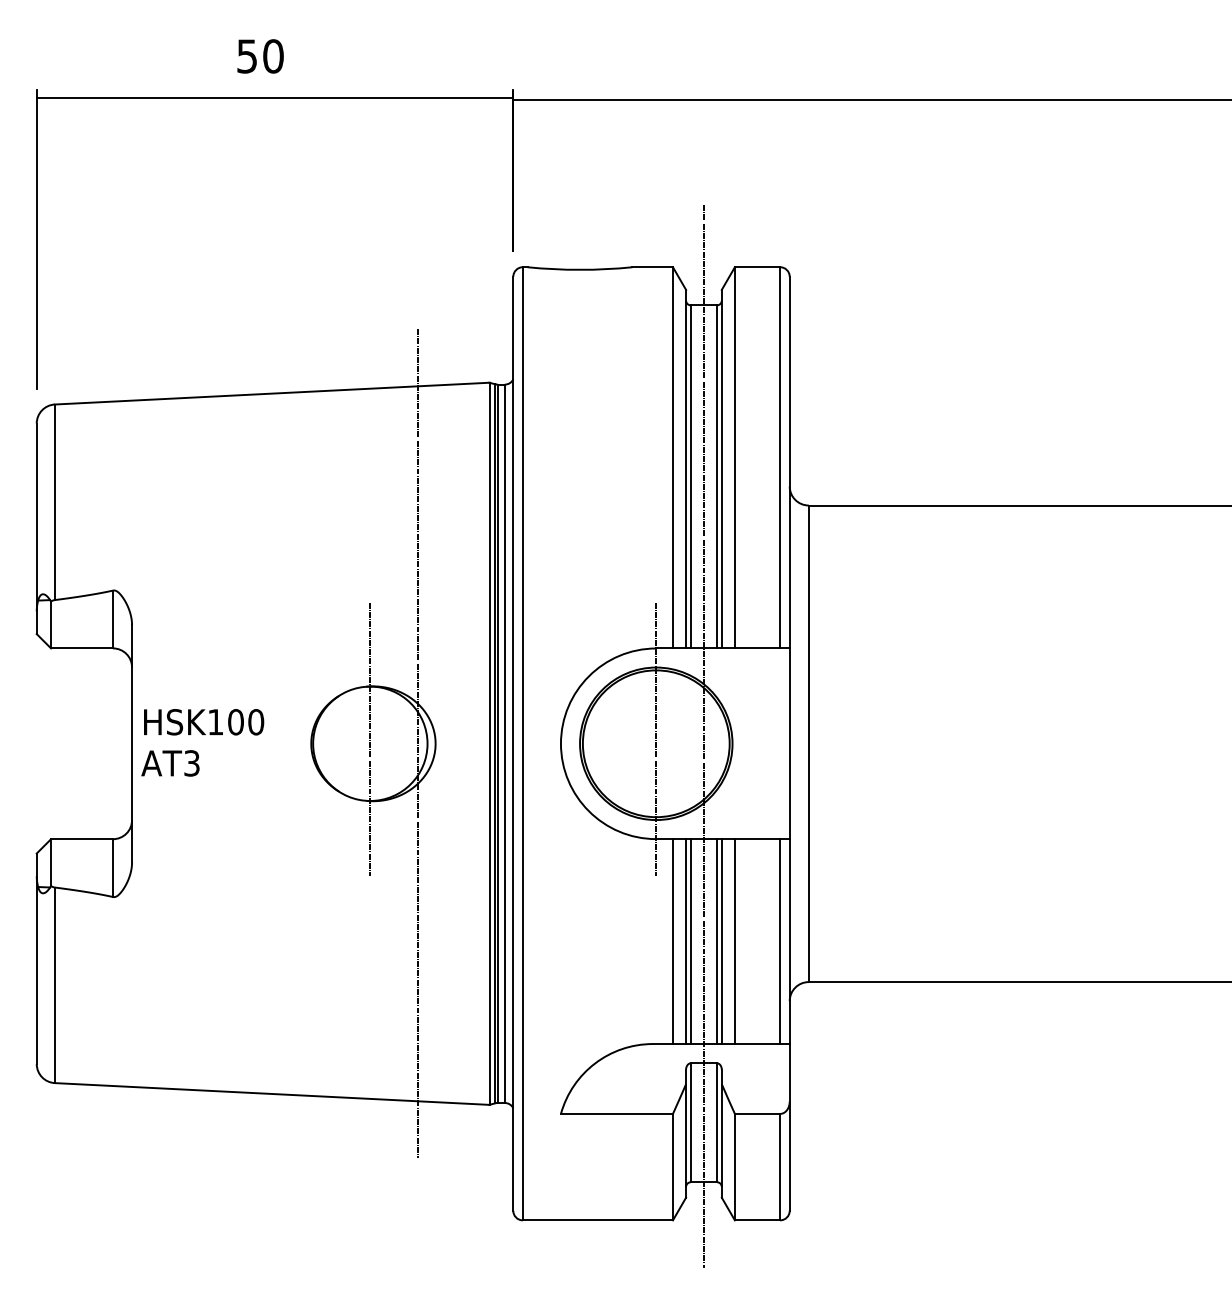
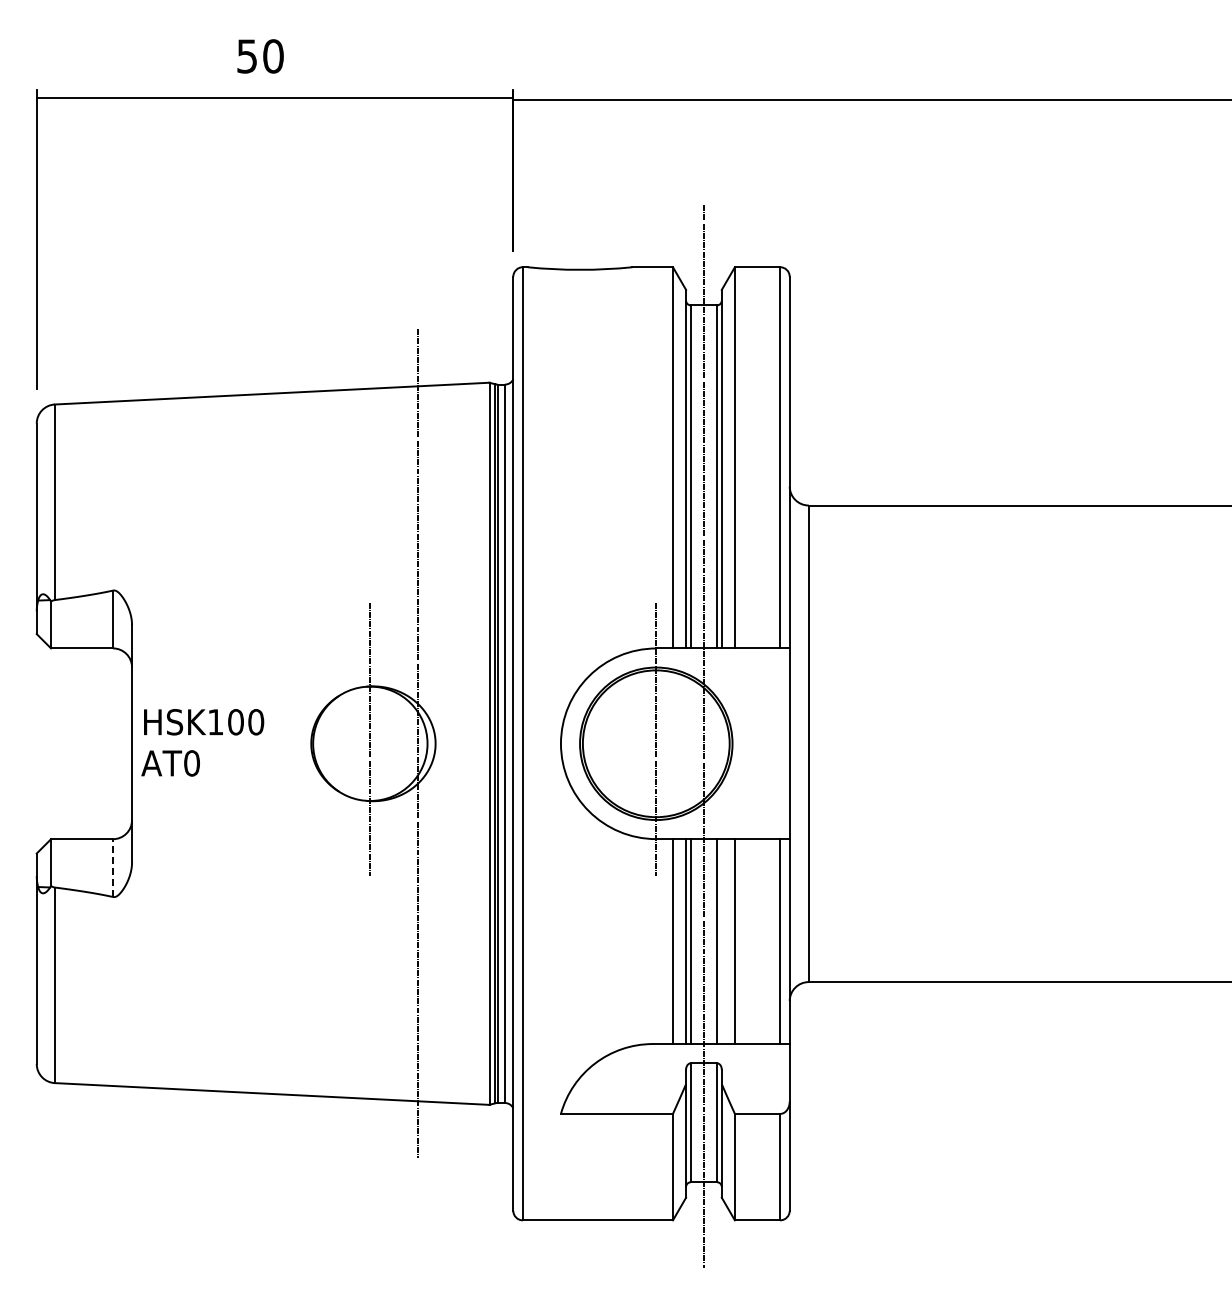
text at (191, 763): AT3 -> AT0
line at (113, 868): solid -> dashed
line at (721, 941): present -> none
